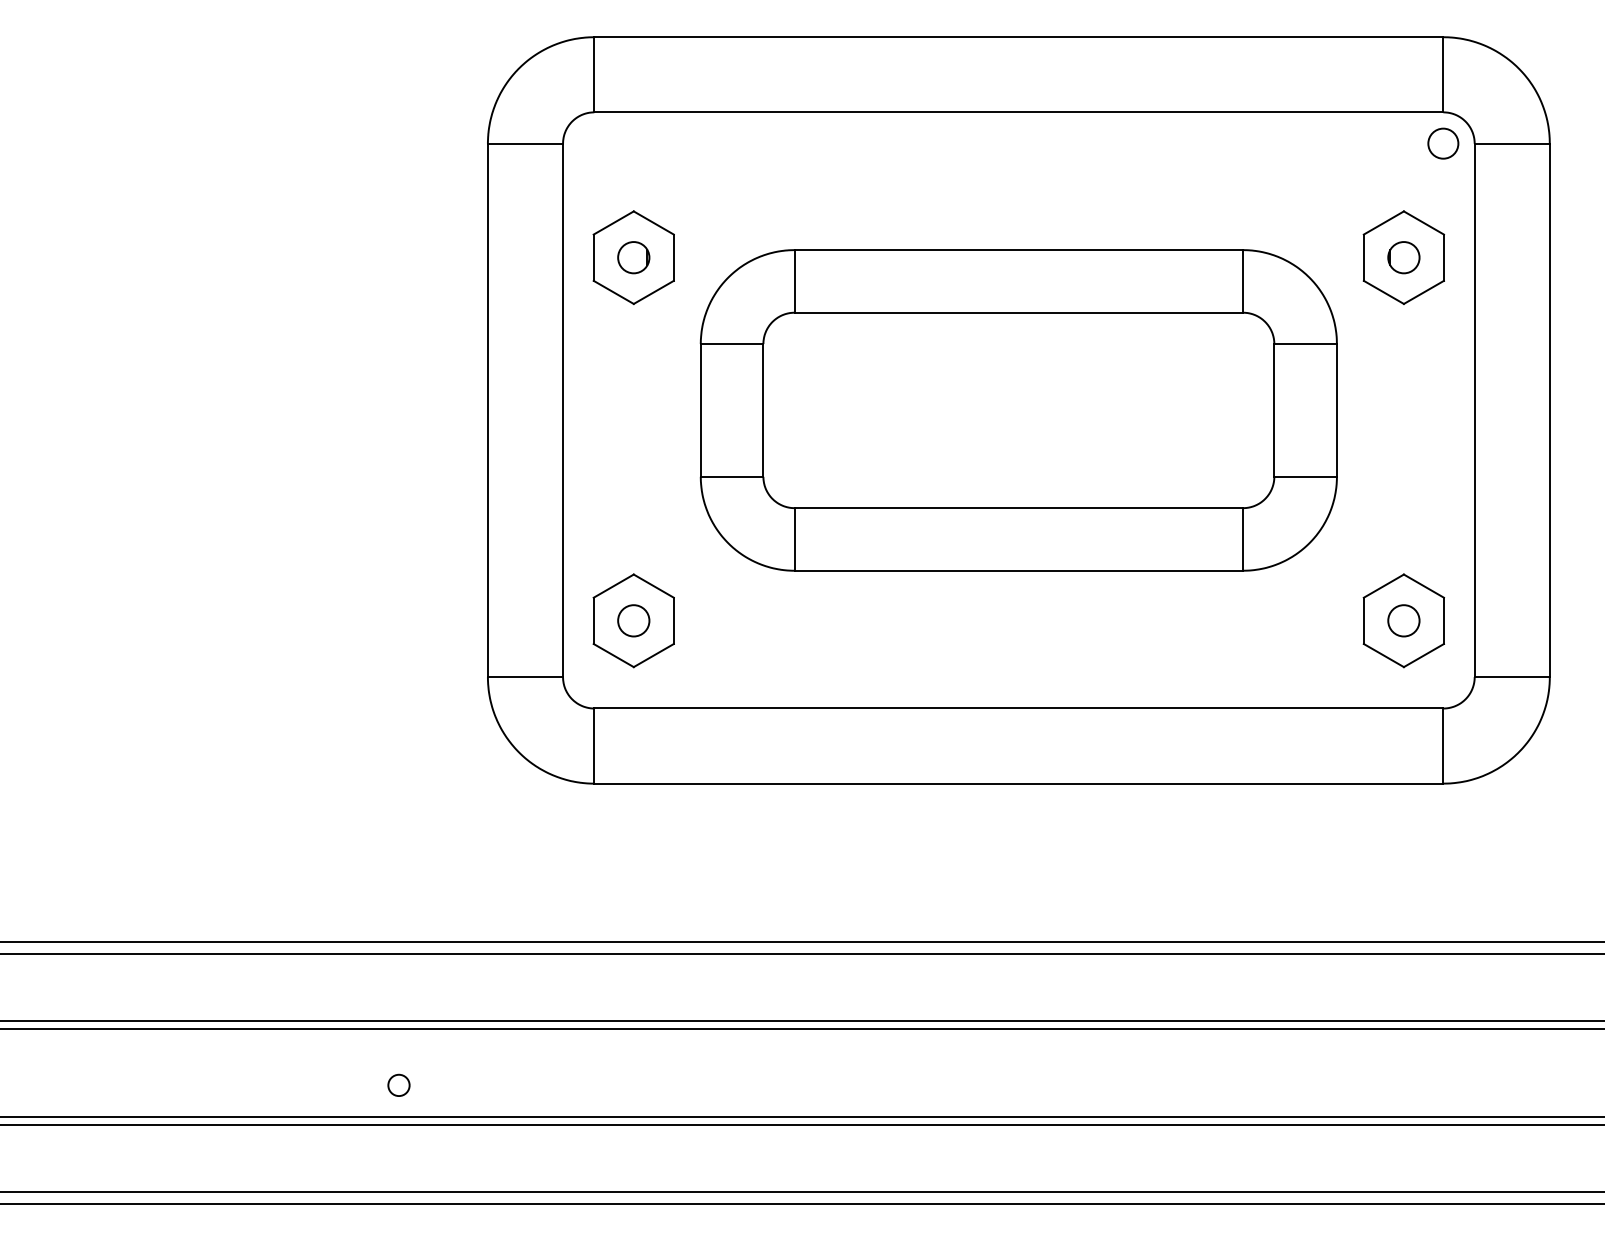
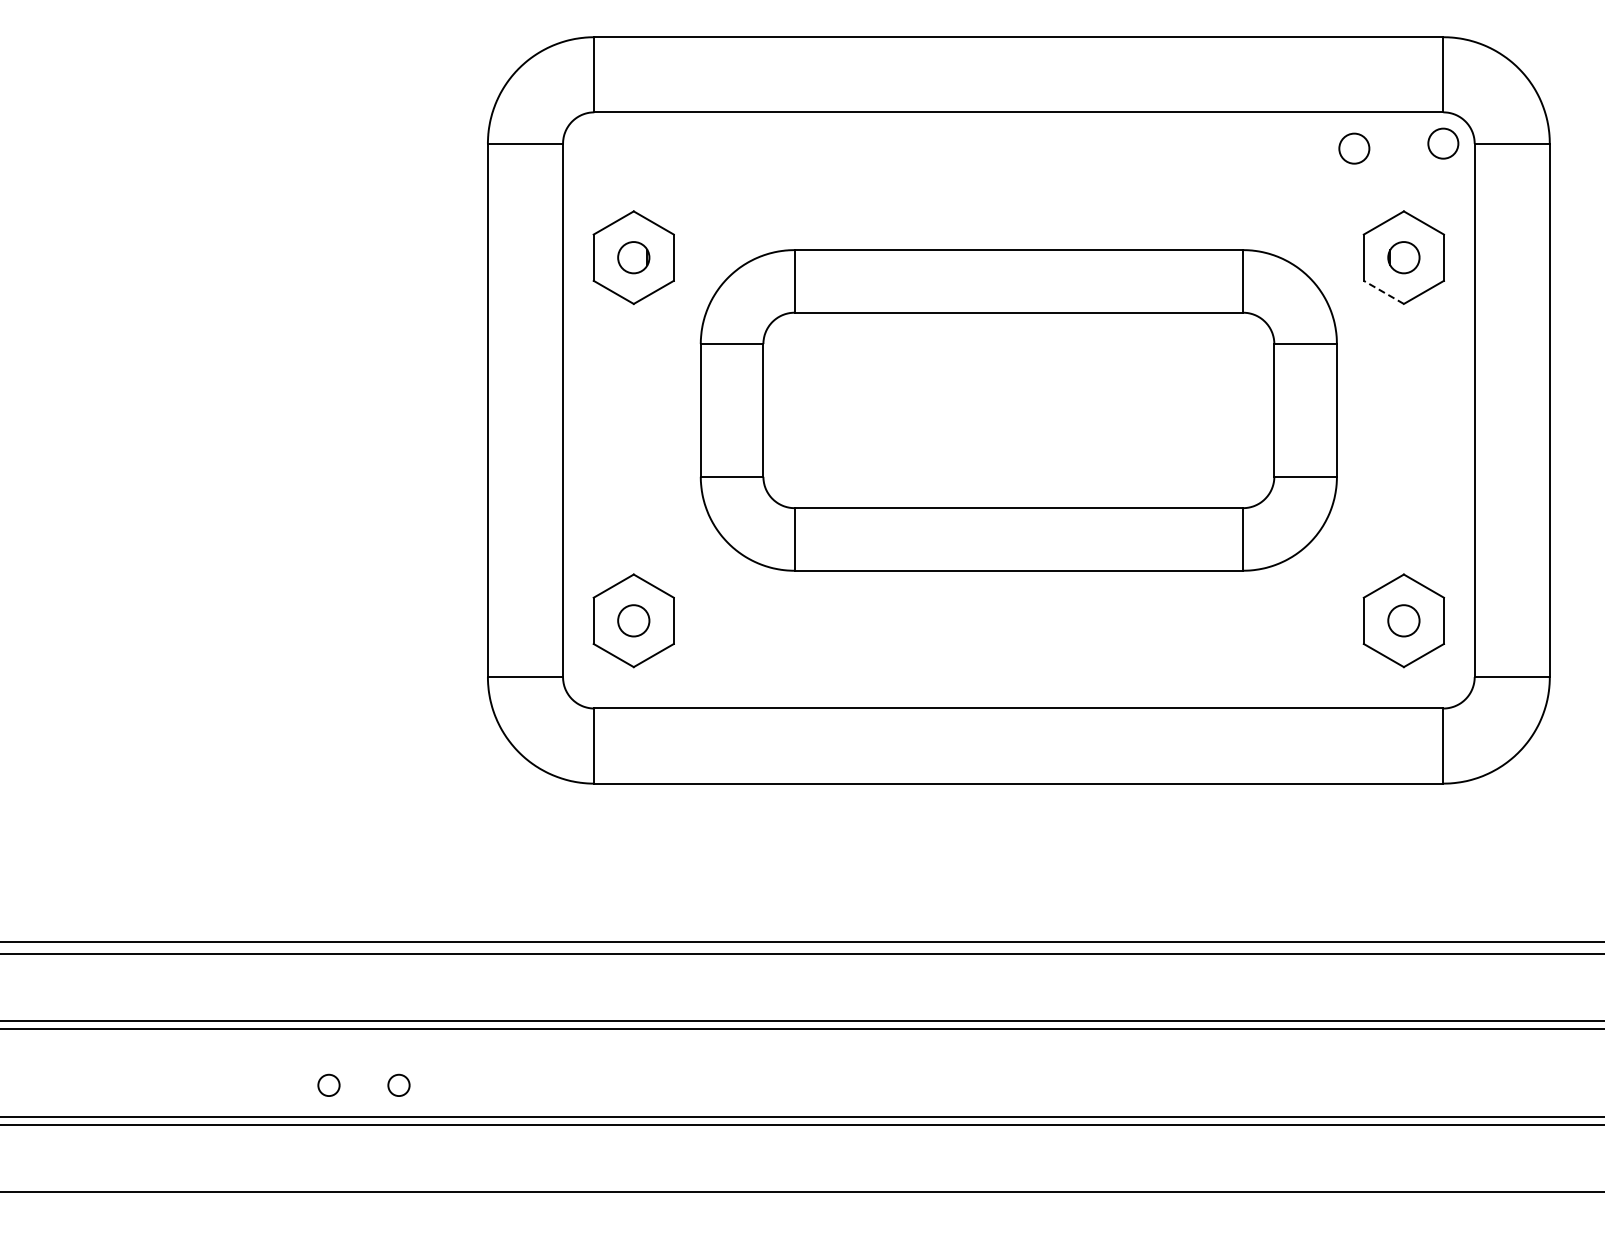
circle at (1354, 148): none -> present
line at (1383, 292): solid -> dashed
circle at (328, 1084): none -> present
line at (801, 1203): present -> none
